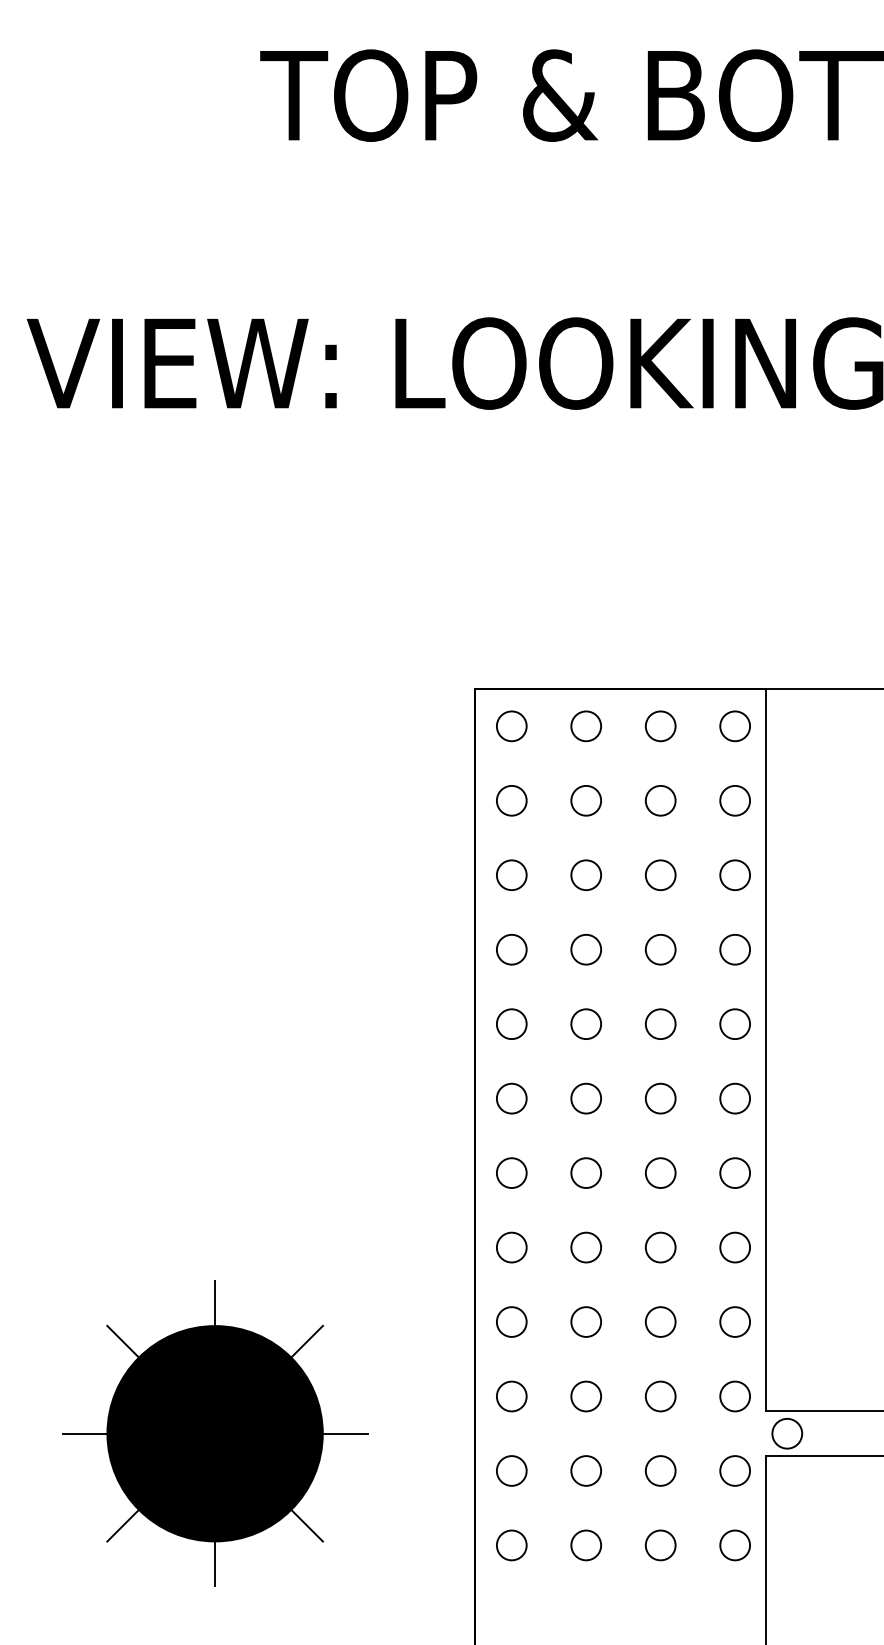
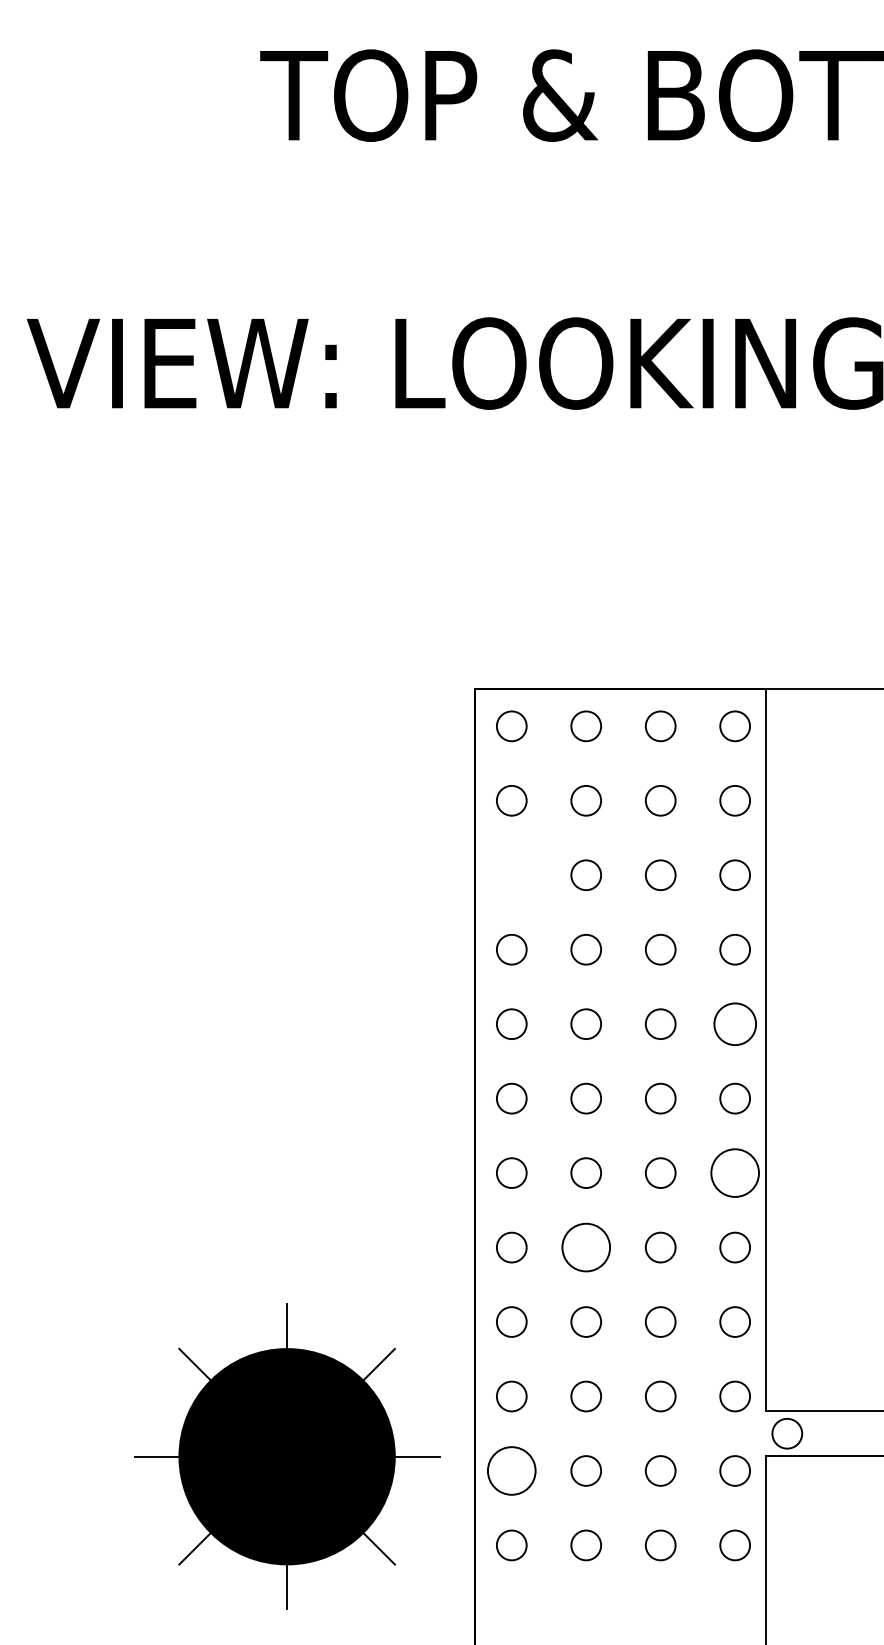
circle at (511, 874): present -> none
circle at (734, 1023) size: 32x32 px -> 44x44 px
circle at (735, 1173) diameter: 30 px -> 48 px
circle at (586, 1247) diameter: 30 px -> 48 px
part at (215, 1433) position: (215, 1433) -> (287, 1456)
circle at (511, 1470) diameter: 30 px -> 48 px
